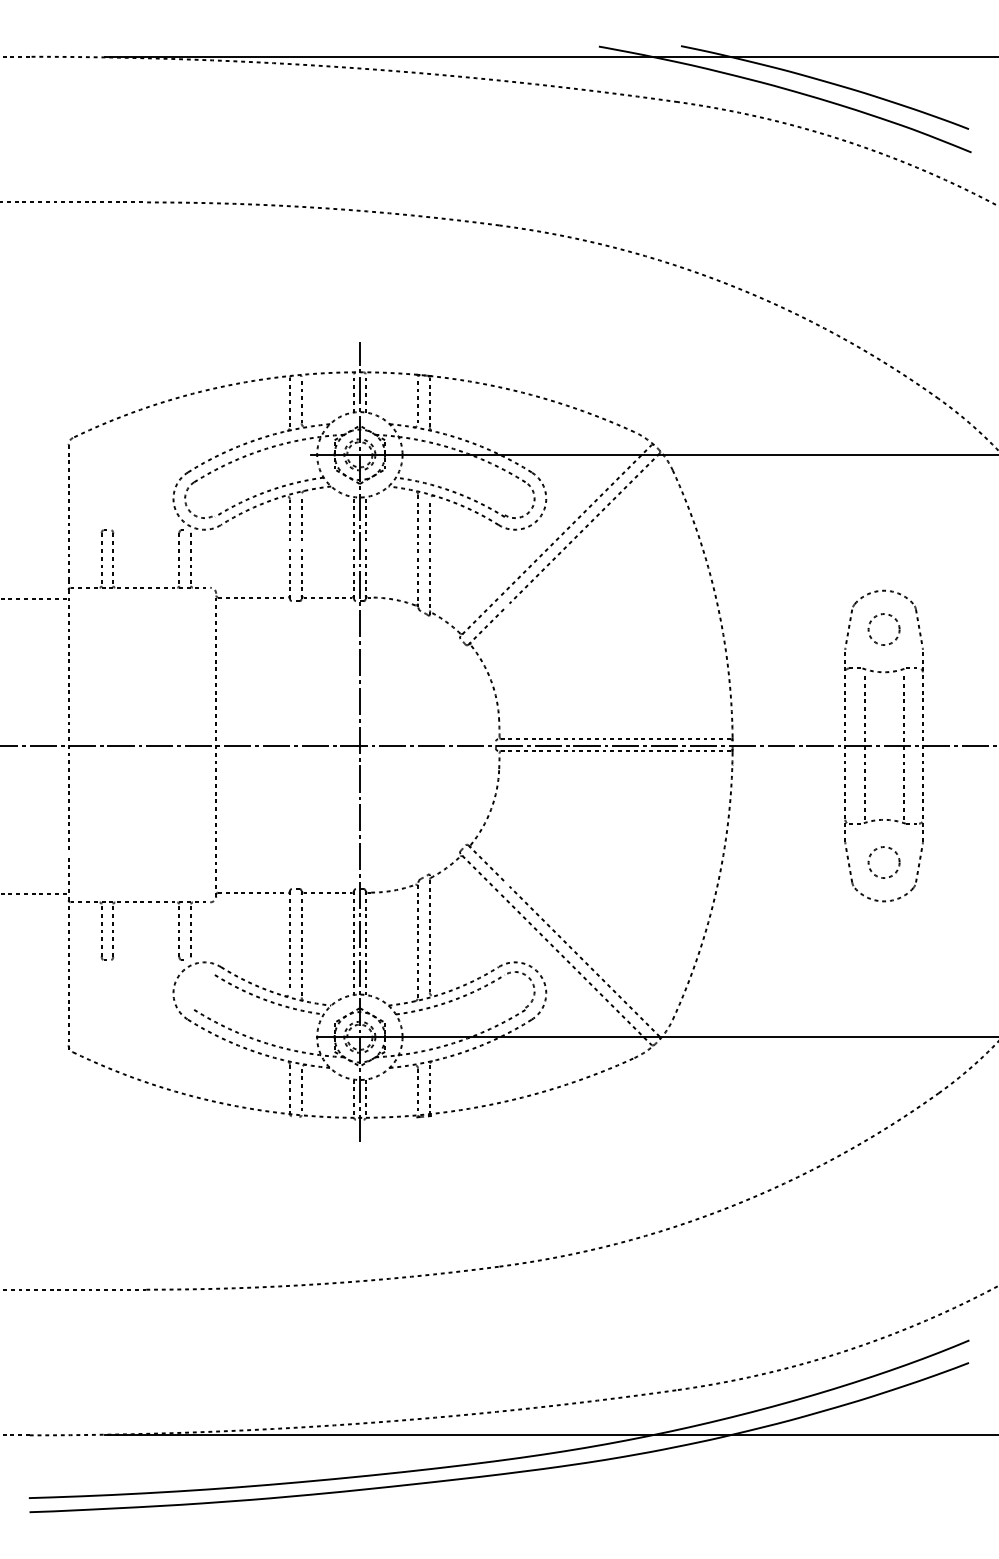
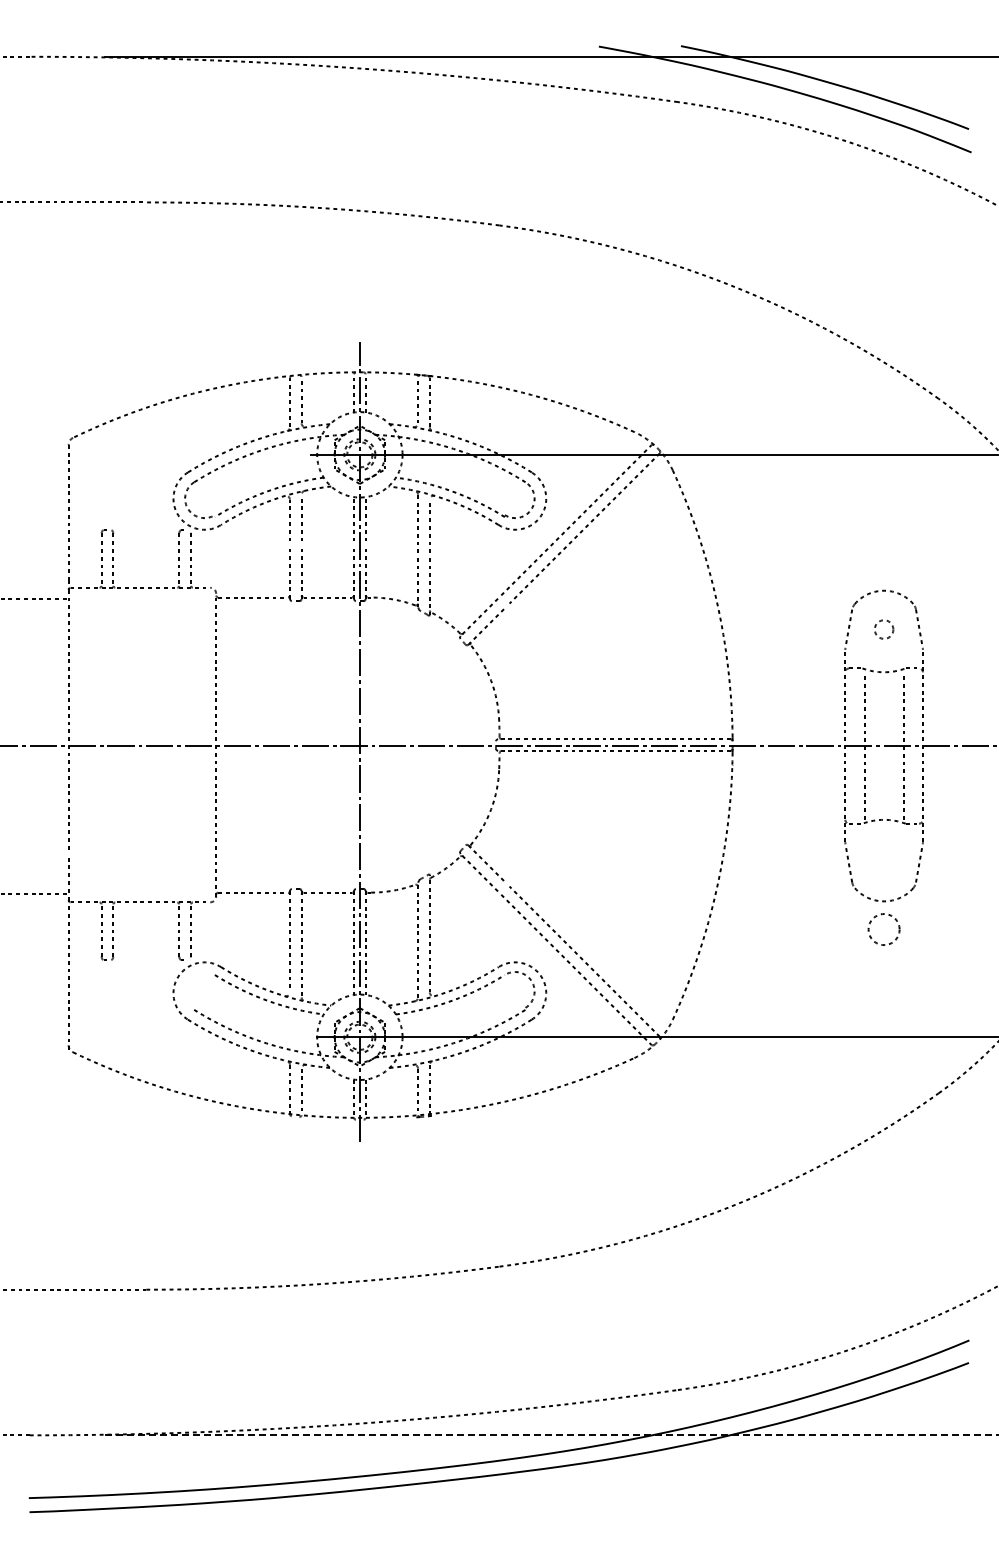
circle at (883, 629) diameter: 31 px -> 19 px
circle at (883, 862) position: (883, 862) -> (883, 929)
line at (551, 1435): solid -> dashed
